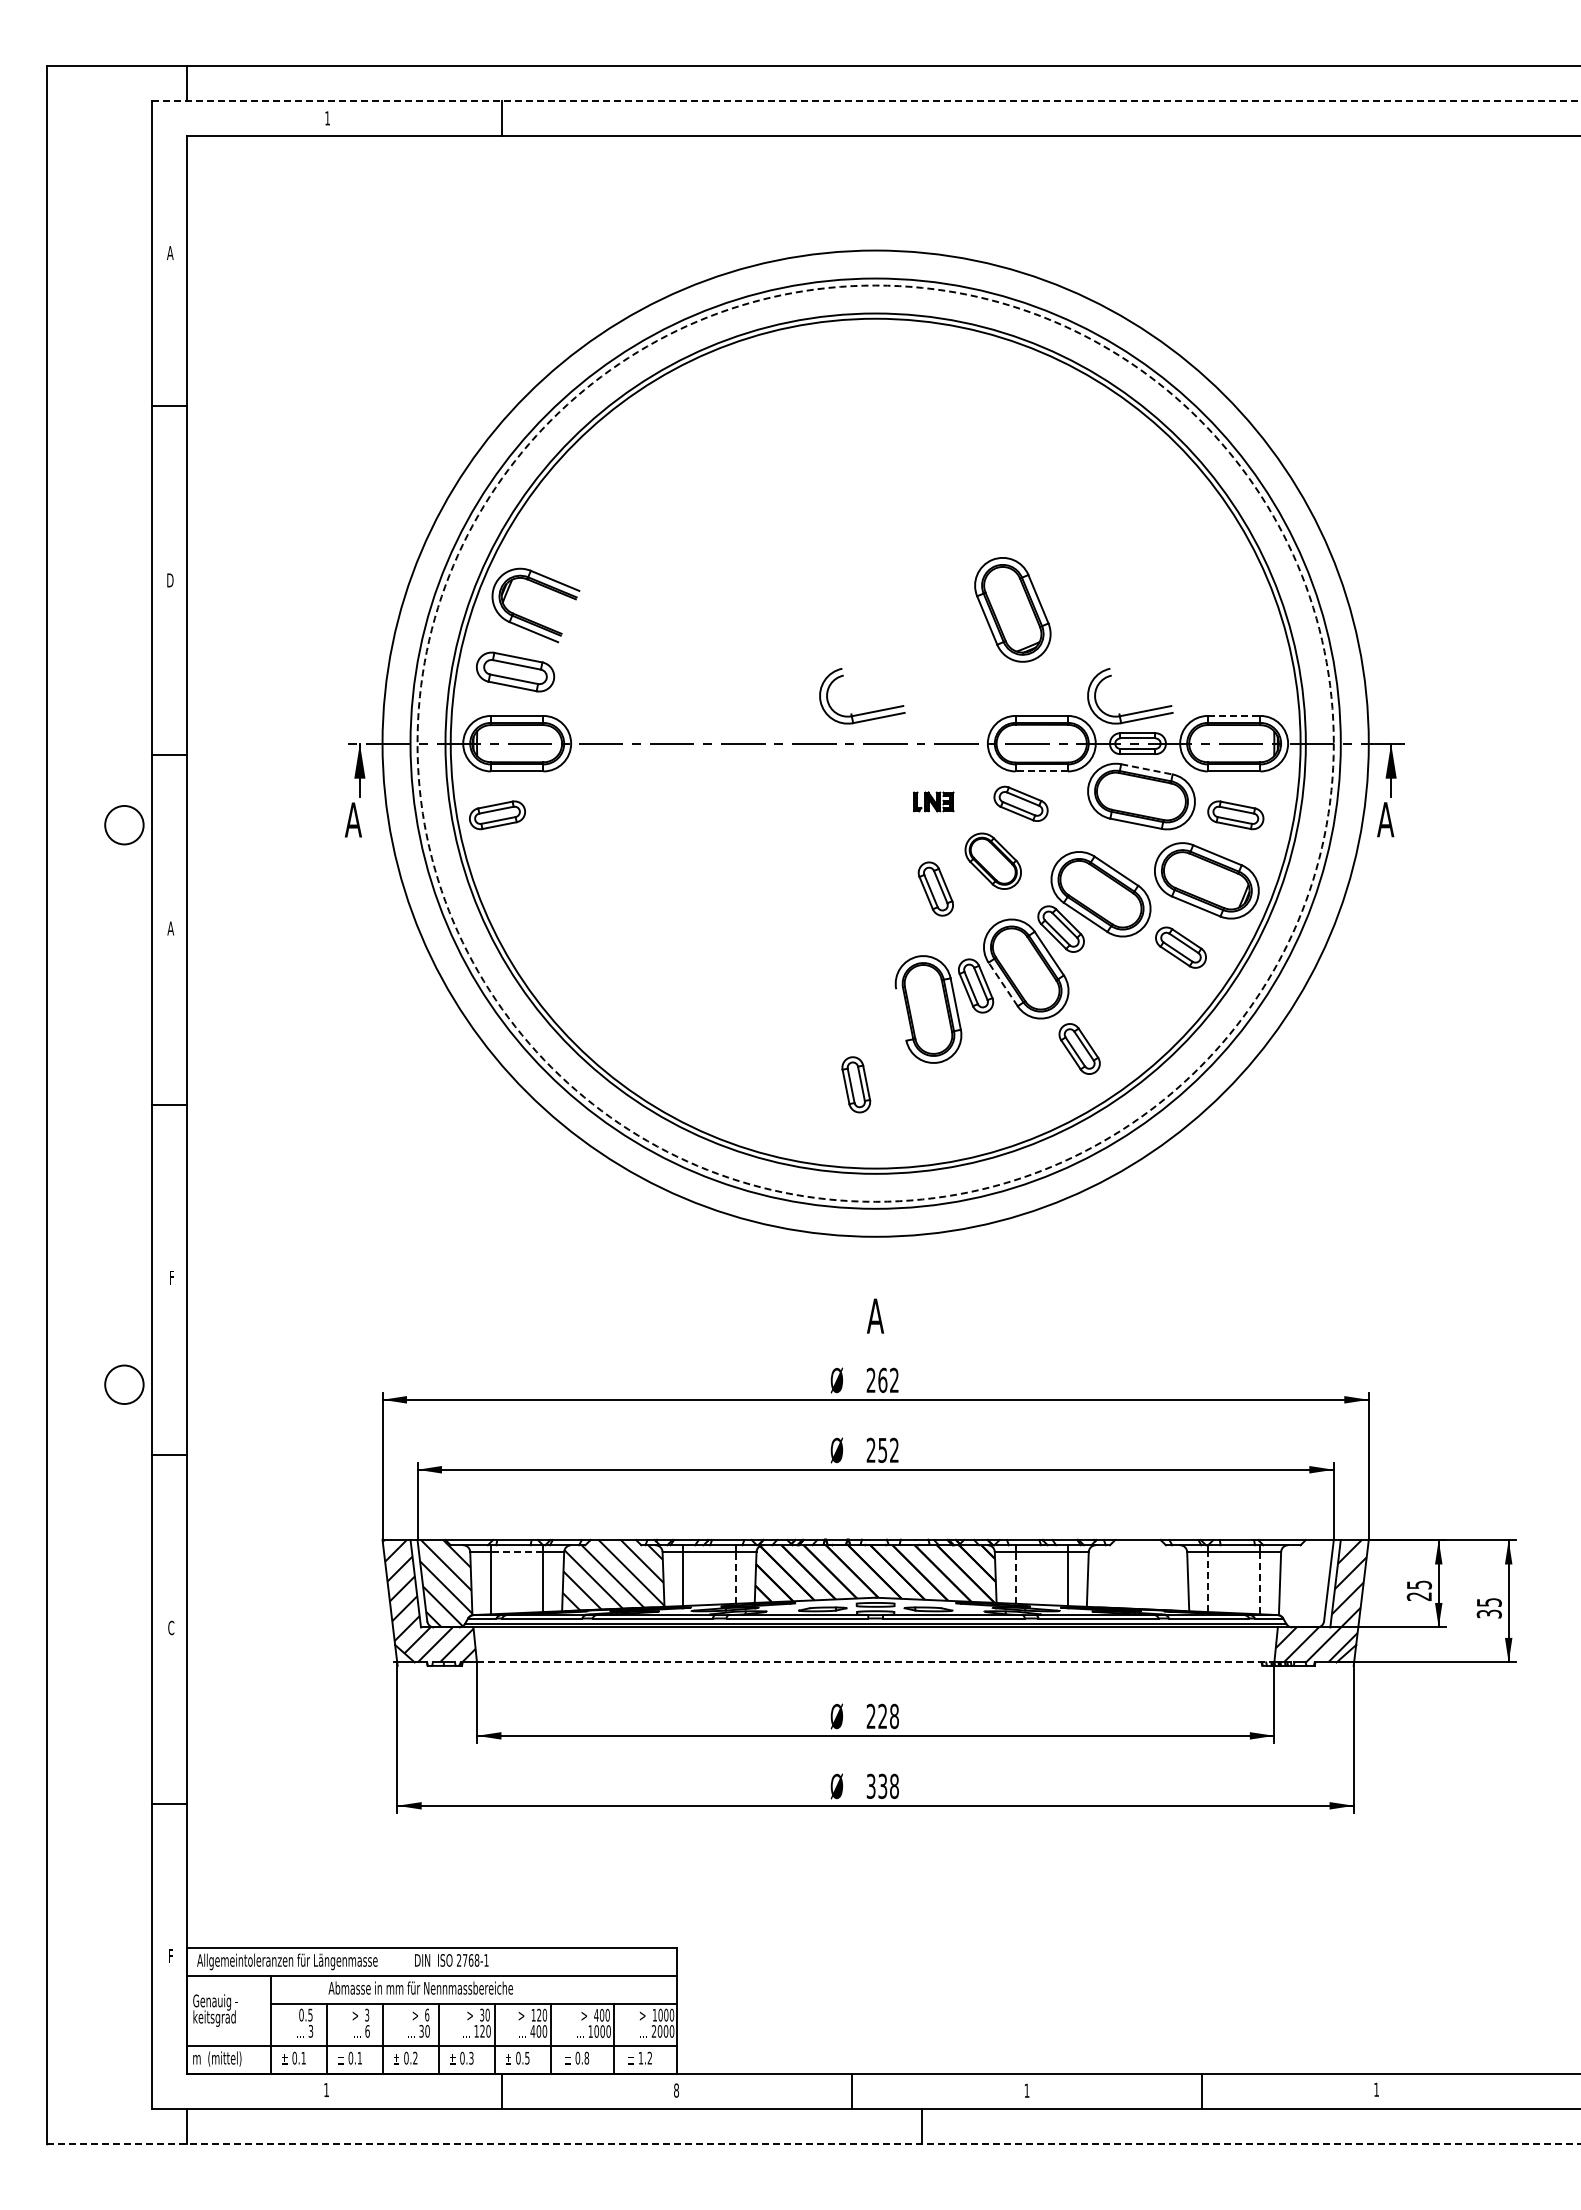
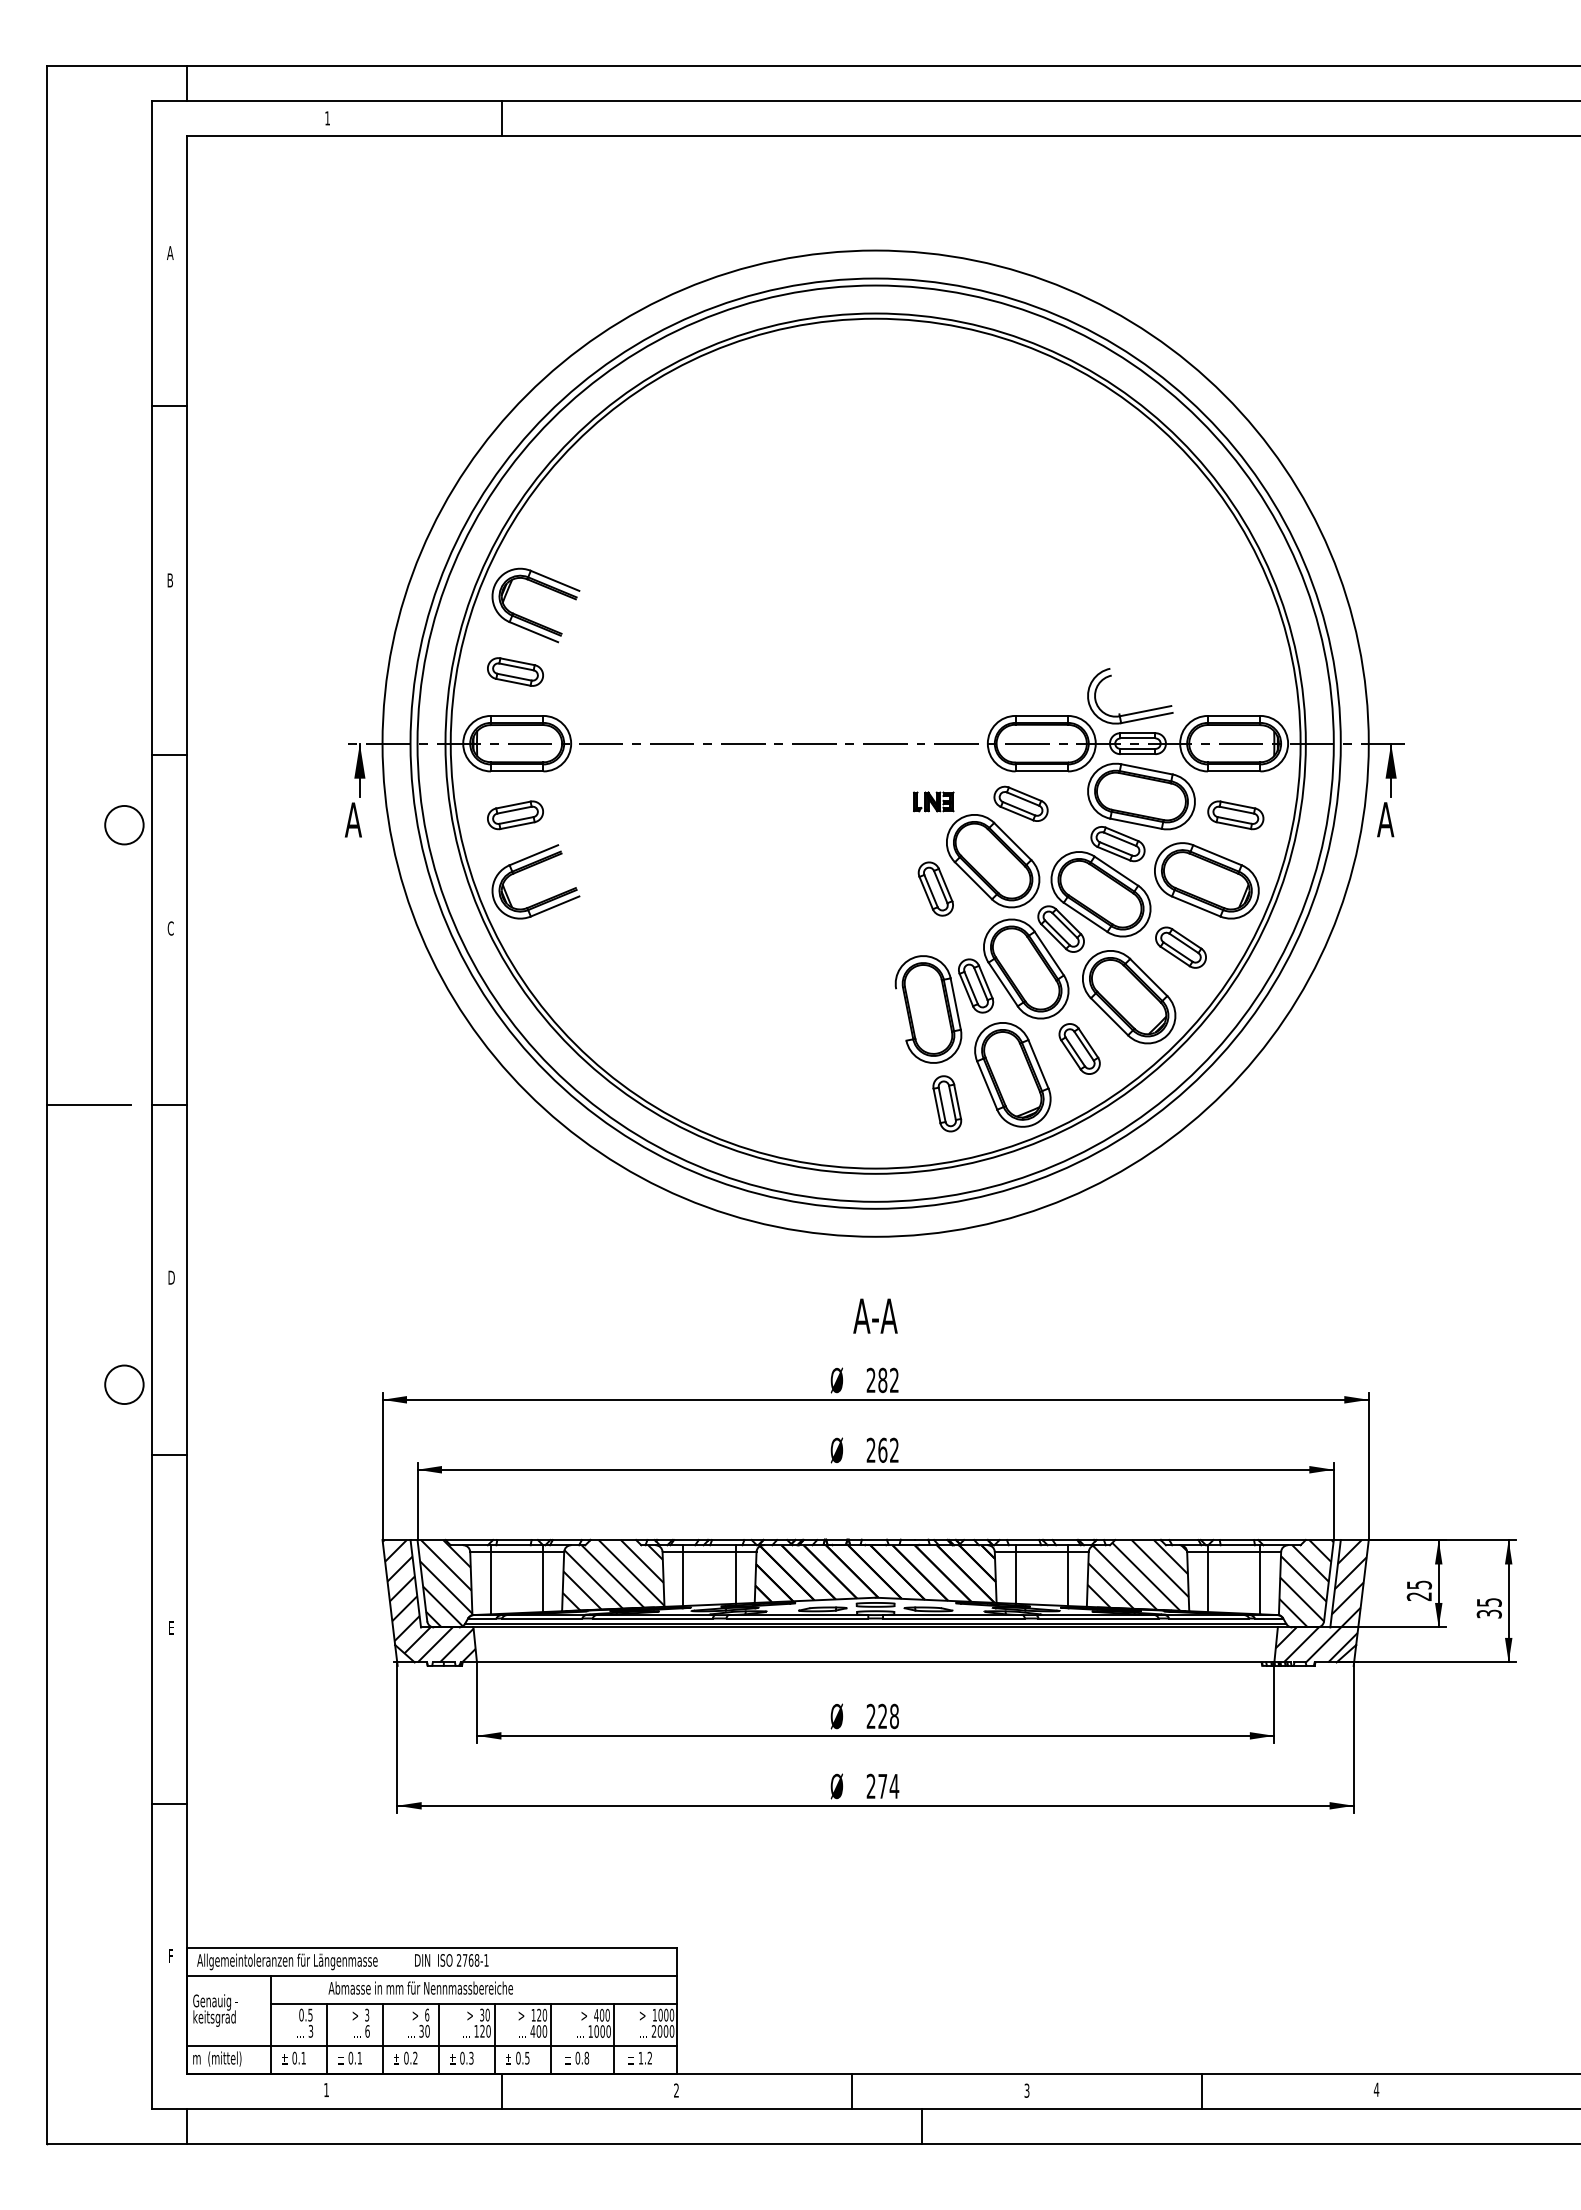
line at (866, 101): dashed -> solid
text at (170, 580): D -> B
part at (1012, 609) position: (1012, 609) -> (1012, 1074)
part at (515, 671) size: 80x42 px -> 57x30 px
part at (864, 712): present -> none
line at (1234, 715): dashed -> solid
circle at (875, 743): dashed -> solid
line at (1147, 769): dashed -> solid
line at (1041, 771): dashed -> solid
part at (497, 815) position: (497, 815) -> (515, 815)
part at (1117, 844): none -> present
part at (992, 860) size: 58x58 px -> 95x95 px
part at (531, 867): none -> present
text at (170, 928): A -> C
line at (1002, 984): dashed -> solid
part at (1129, 997): none -> present
part at (856, 1084) position: (856, 1084) -> (947, 1103)
line at (89, 1105): none -> present
text at (171, 1277): F -> D
text at (875, 1315): A -> A-A
text at (882, 1379): 262 -> 282
text at (882, 1449): 252 -> 262
line at (516, 1552): dashed -> solid
hatch at (1137, 1575): none -> present
line at (735, 1577): dashed -> solid
line at (1015, 1577): dashed -> solid
line at (1207, 1581): dashed -> solid
line at (1260, 1582): dashed -> solid
hatch at (1306, 1583): none -> present
text at (171, 1627): C -> E
line at (875, 1662): dashed -> solid
text at (882, 1786): 338 -> 274
text at (1376, 2089): 1 -> 4
text at (676, 2090): 8 -> 2
text at (1026, 2090): 1 -> 3
line at (814, 2143): dashed -> solid
